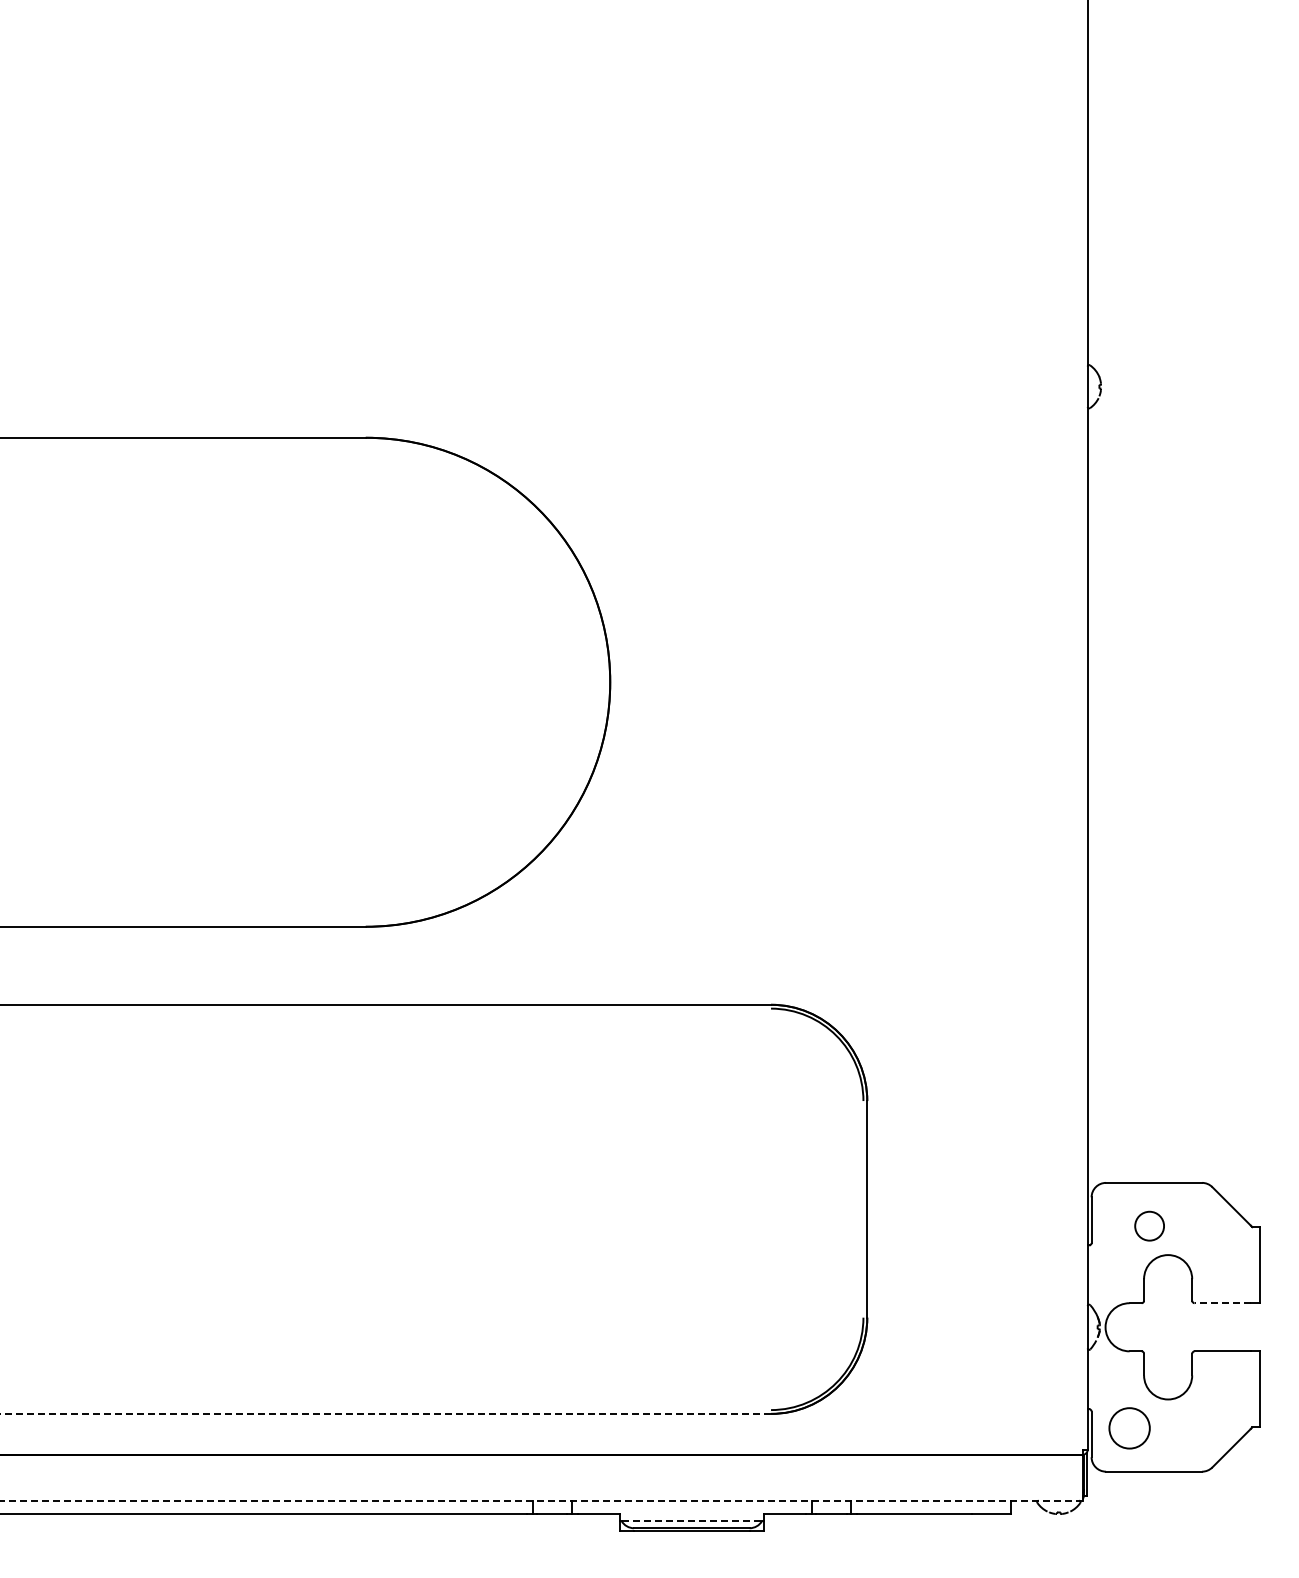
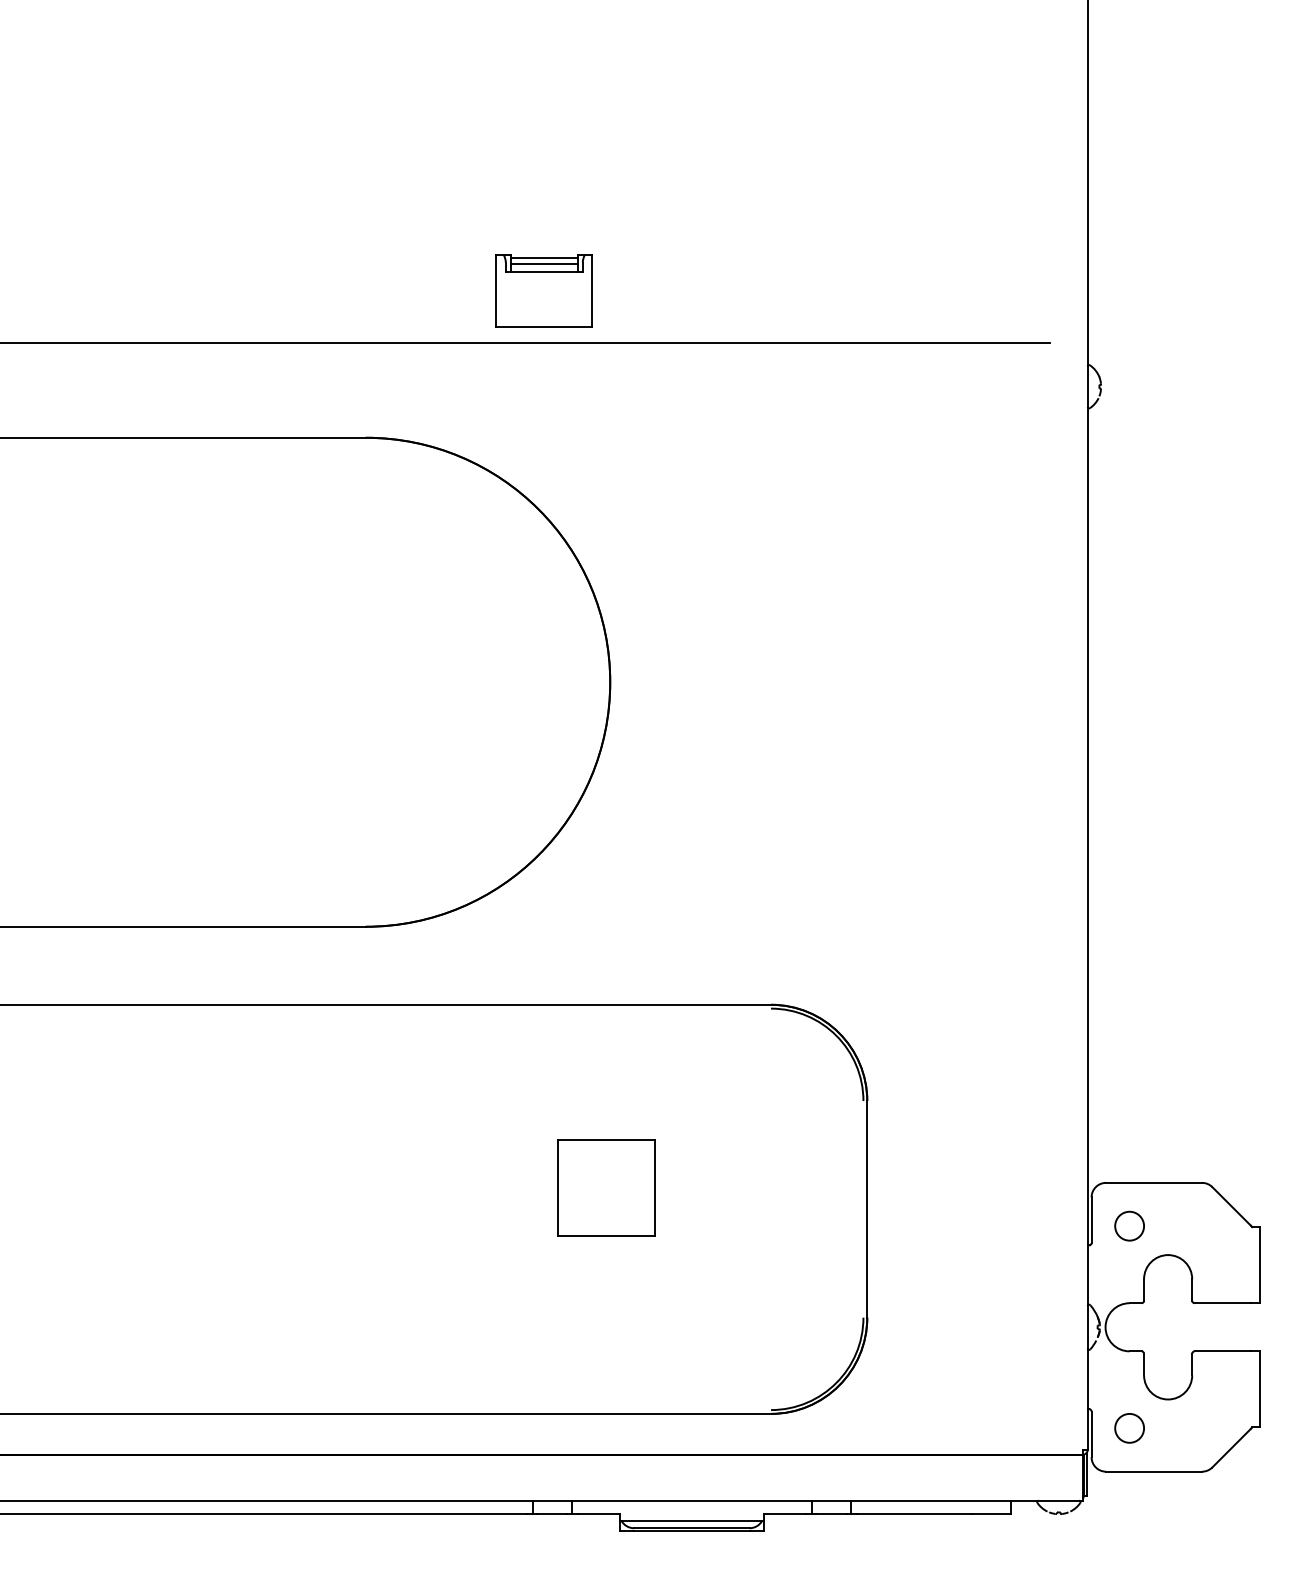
part at (543, 290): none -> present
line at (526, 343): none -> present
part at (606, 1187): none -> present
circle at (1149, 1225) position: (1149, 1225) -> (1129, 1225)
line at (1222, 1303): dashed -> solid
line at (385, 1413): dashed -> solid
circle at (1129, 1428) diameter: 40 px -> 29 px
line at (541, 1500): dashed -> solid
line at (692, 1521): dashed -> solid
